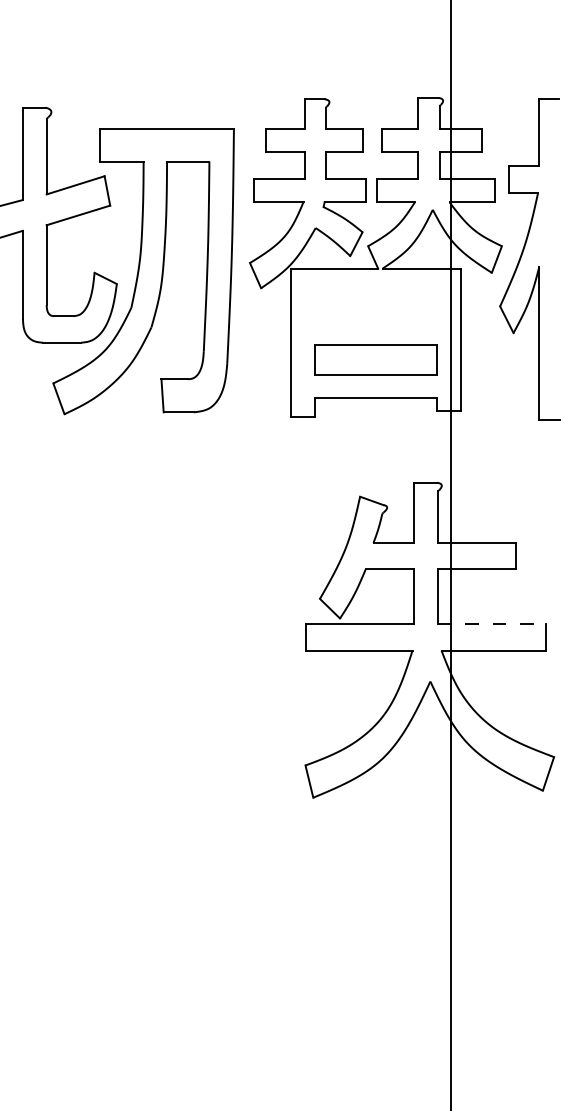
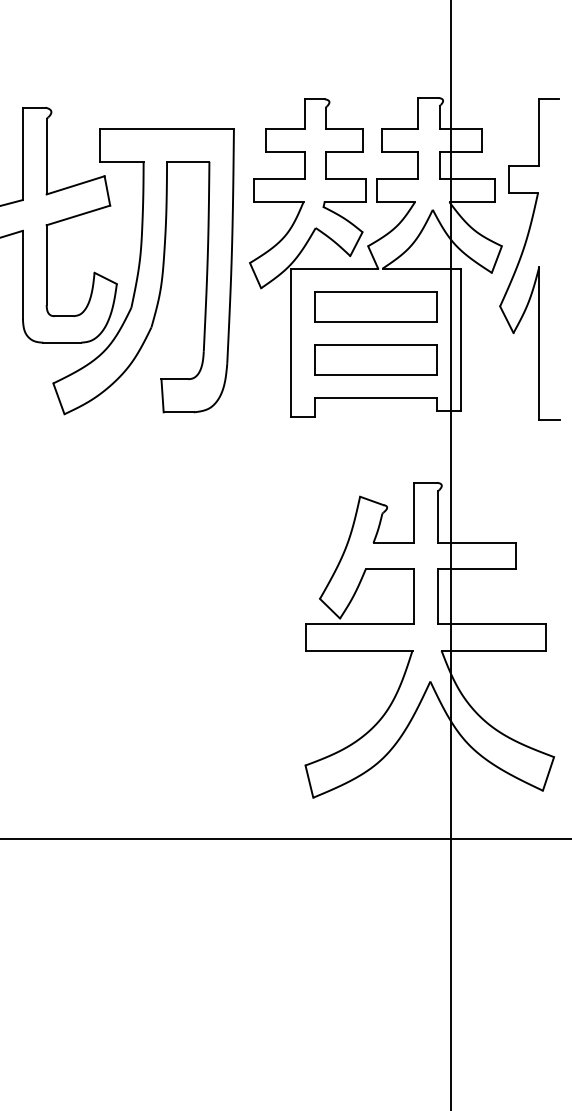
part at (375, 306): none -> present
line at (492, 624): dashed -> solid
line at (285, 838): none -> present
